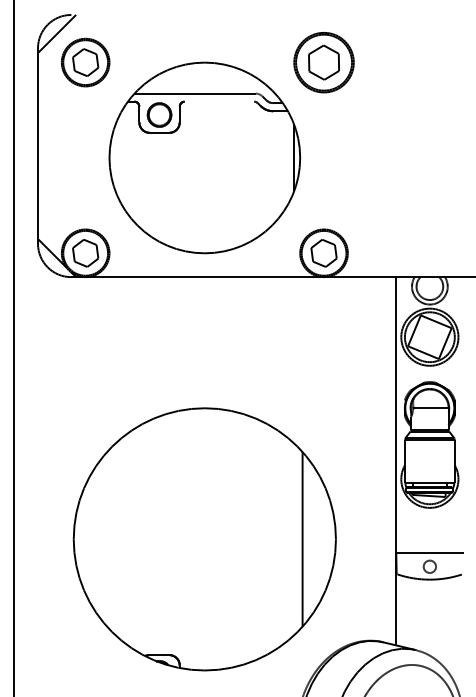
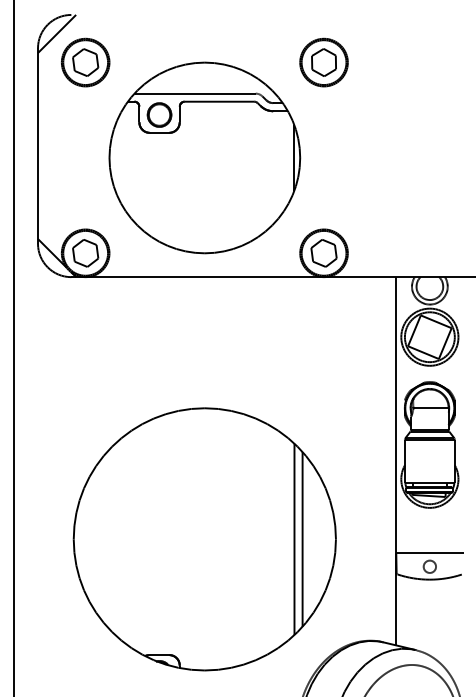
part at (323, 62) size: 62x62 px -> 50x51 px
line at (219, 101): none -> present
line at (294, 539): none -> present
